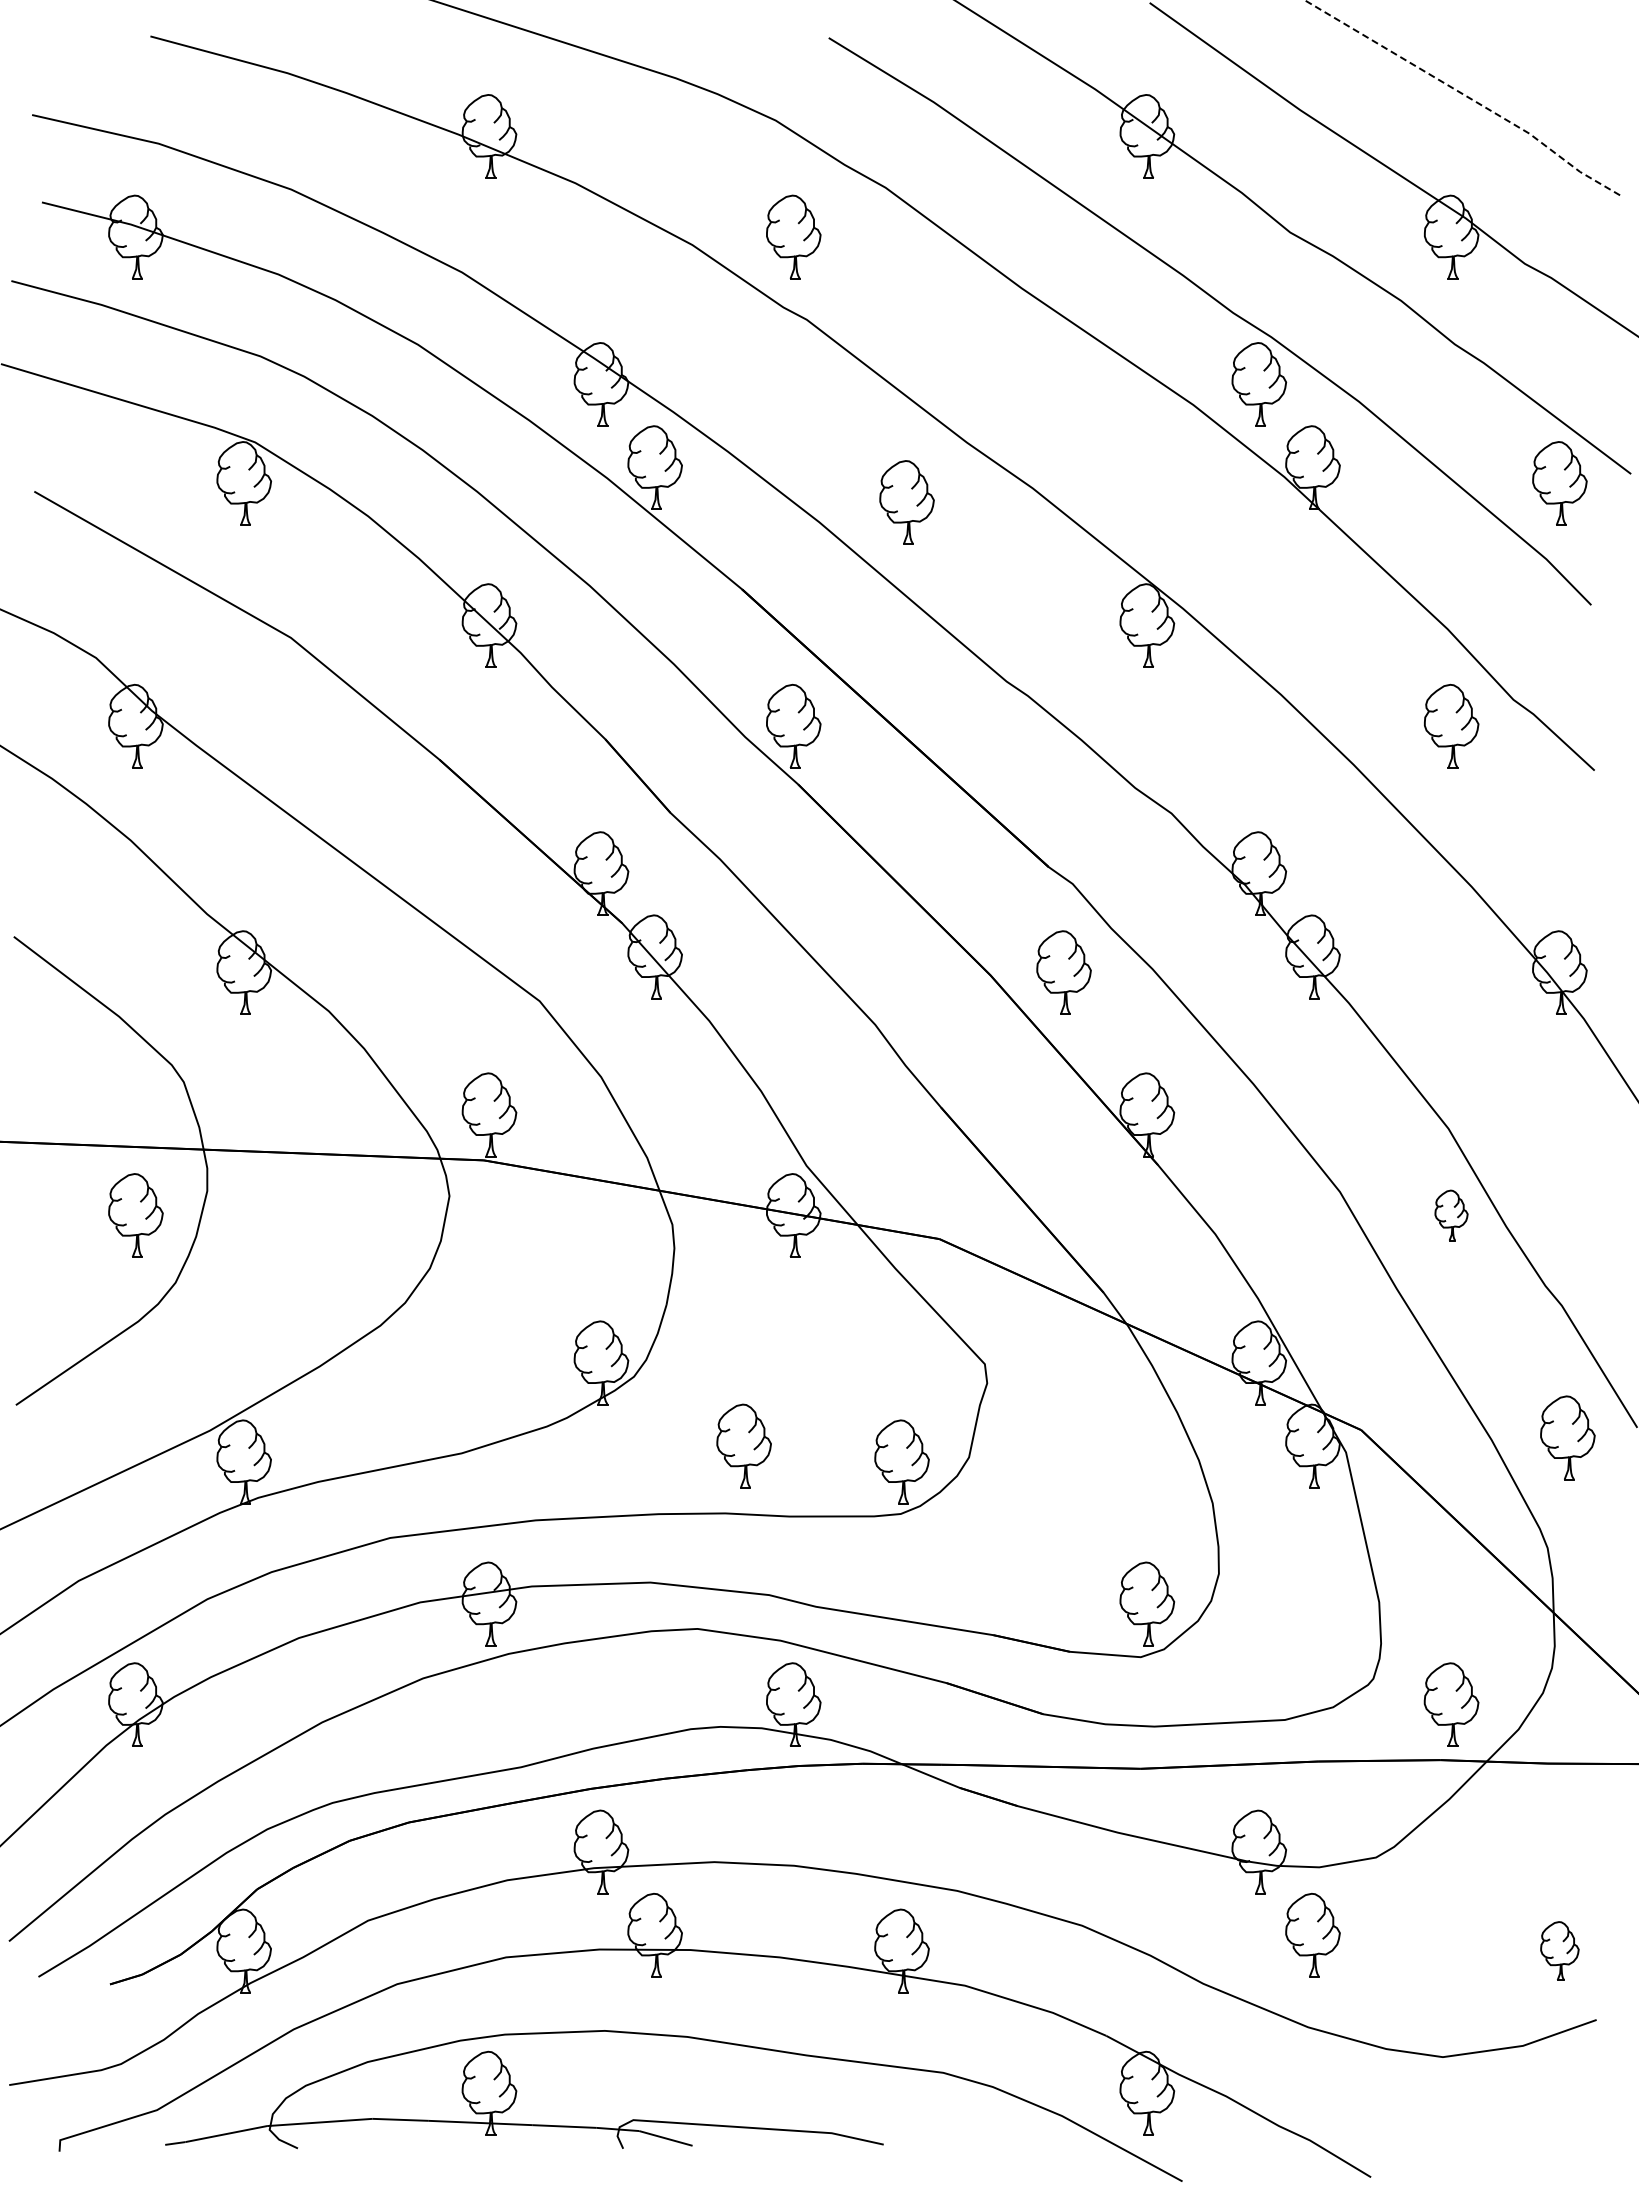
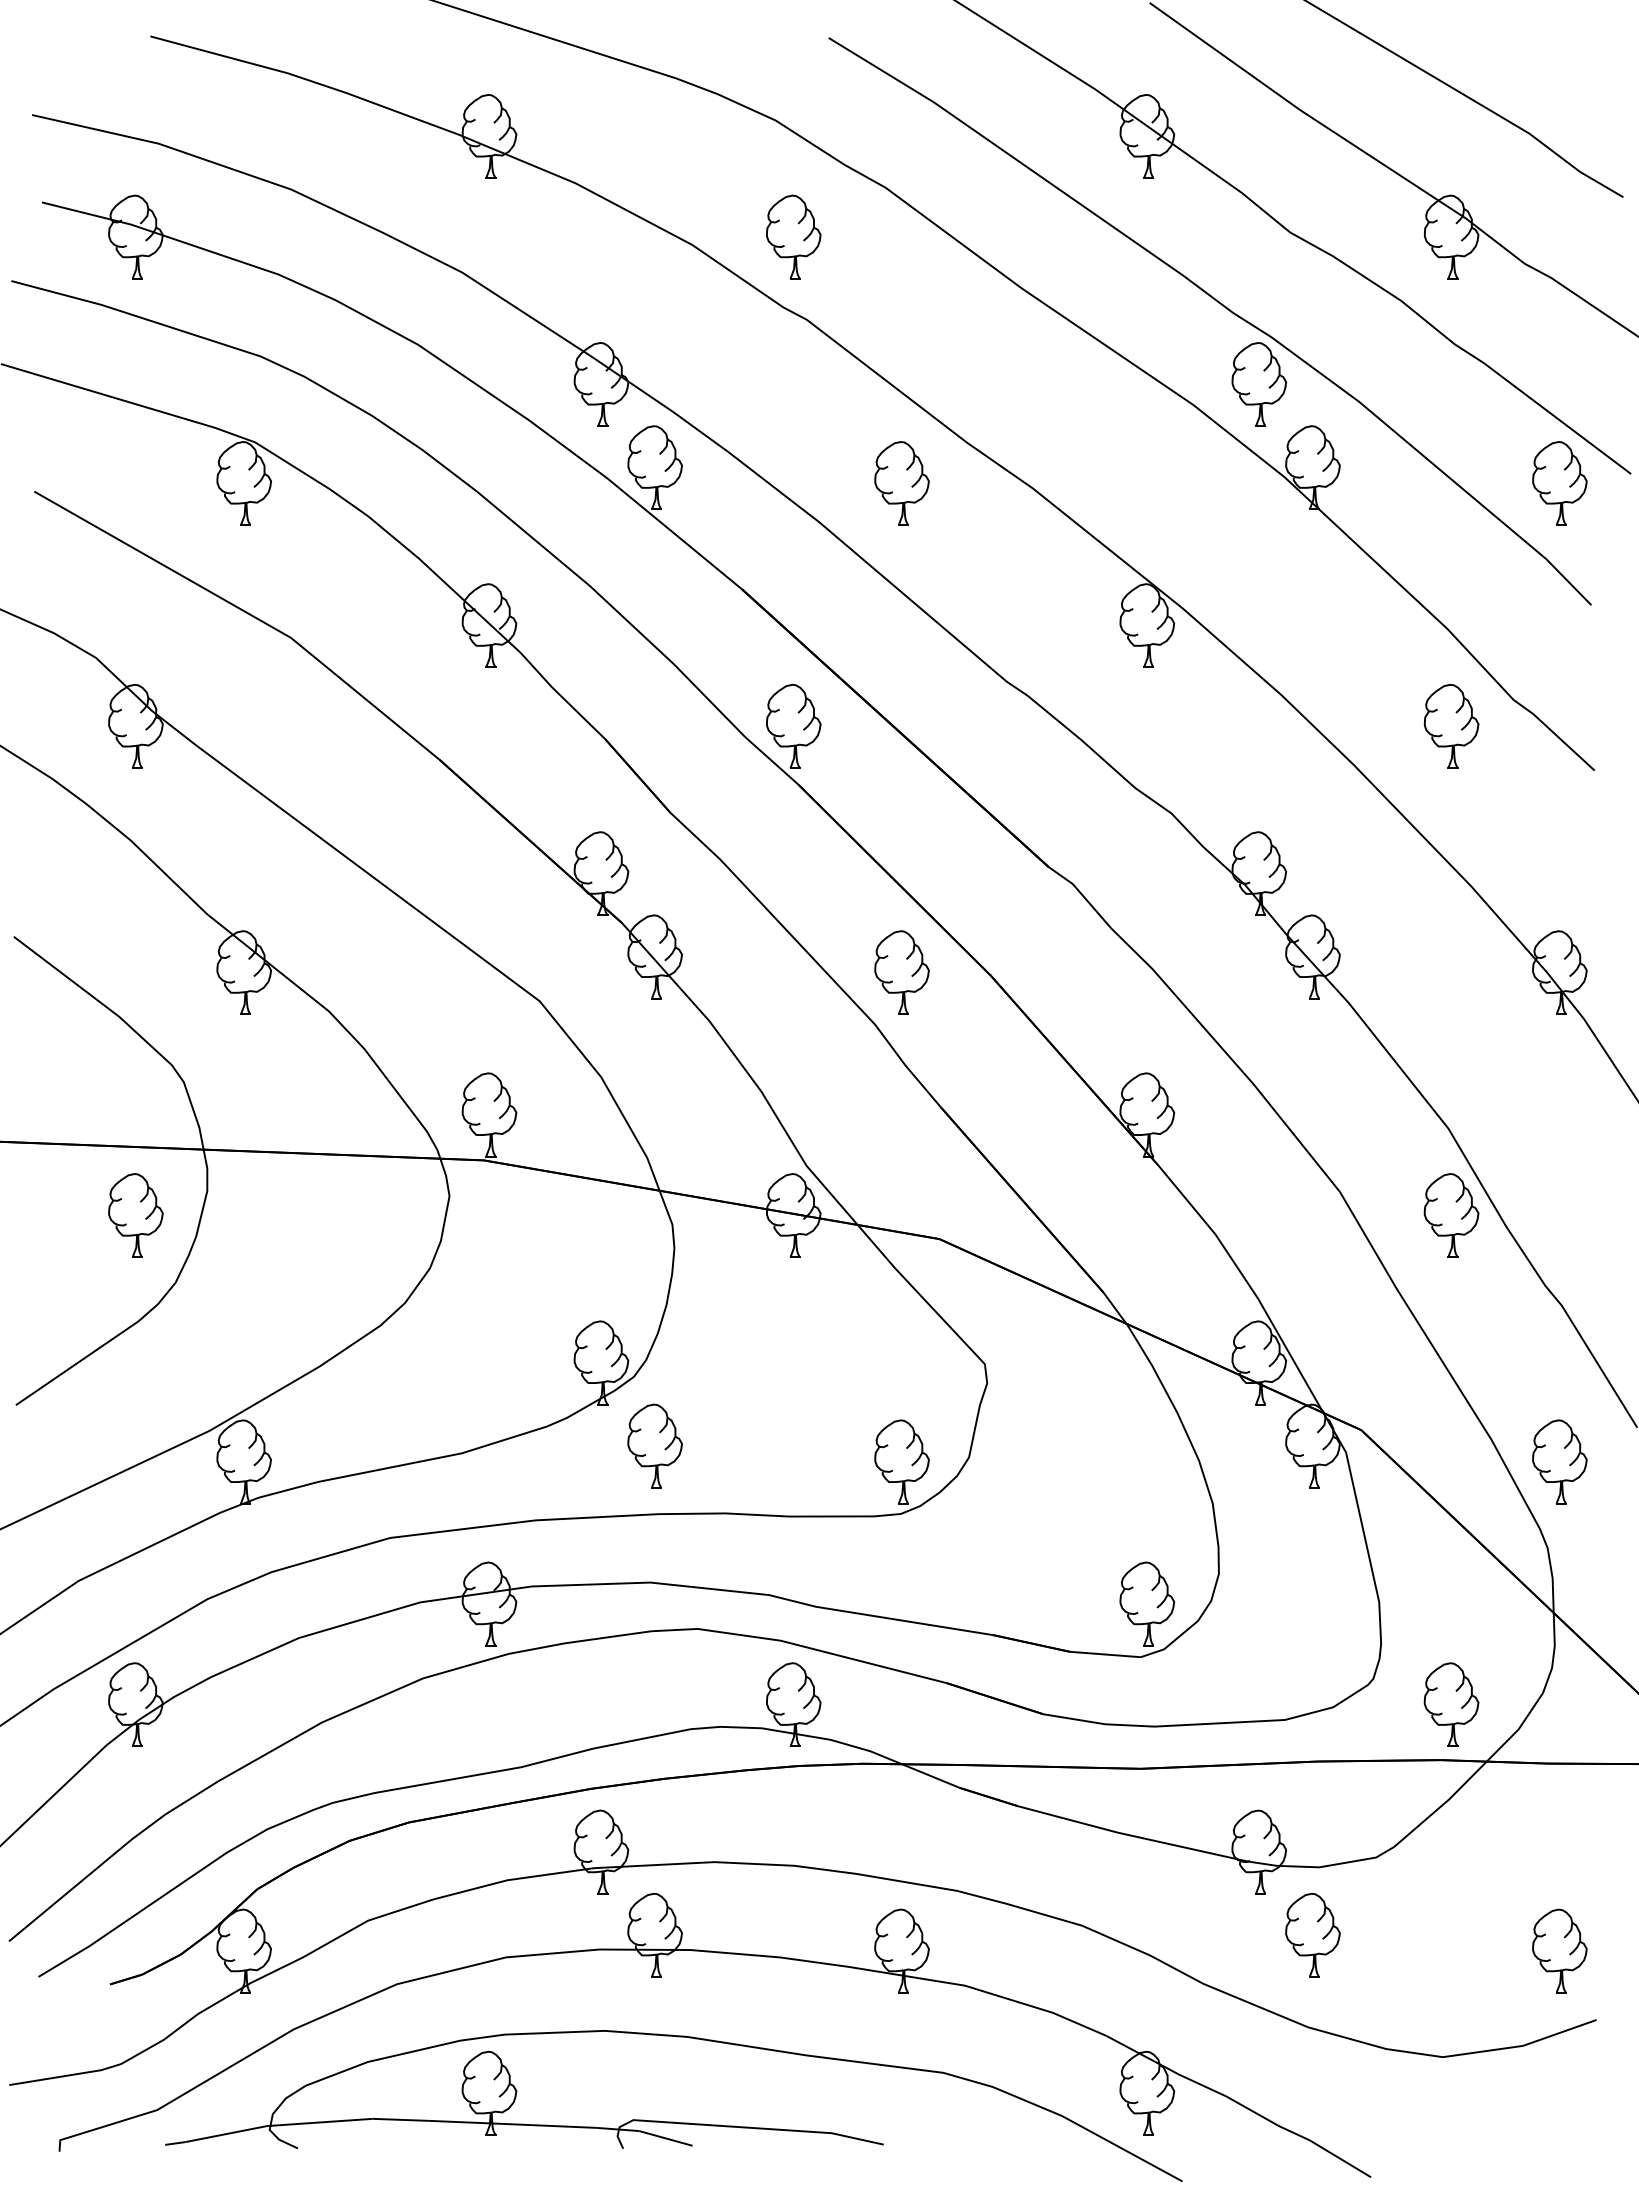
line at (1467, 96): dashed -> solid
part at (906, 502) position: (906, 502) -> (901, 483)
part at (1063, 972) position: (1063, 972) -> (901, 972)
part at (1451, 1215) size: 35x53 px -> 57x85 px
part at (1567, 1437) position: (1567, 1437) -> (1559, 1461)
part at (743, 1445) position: (743, 1445) -> (654, 1445)
part at (1559, 1950) size: 40x60 px -> 56x86 px
